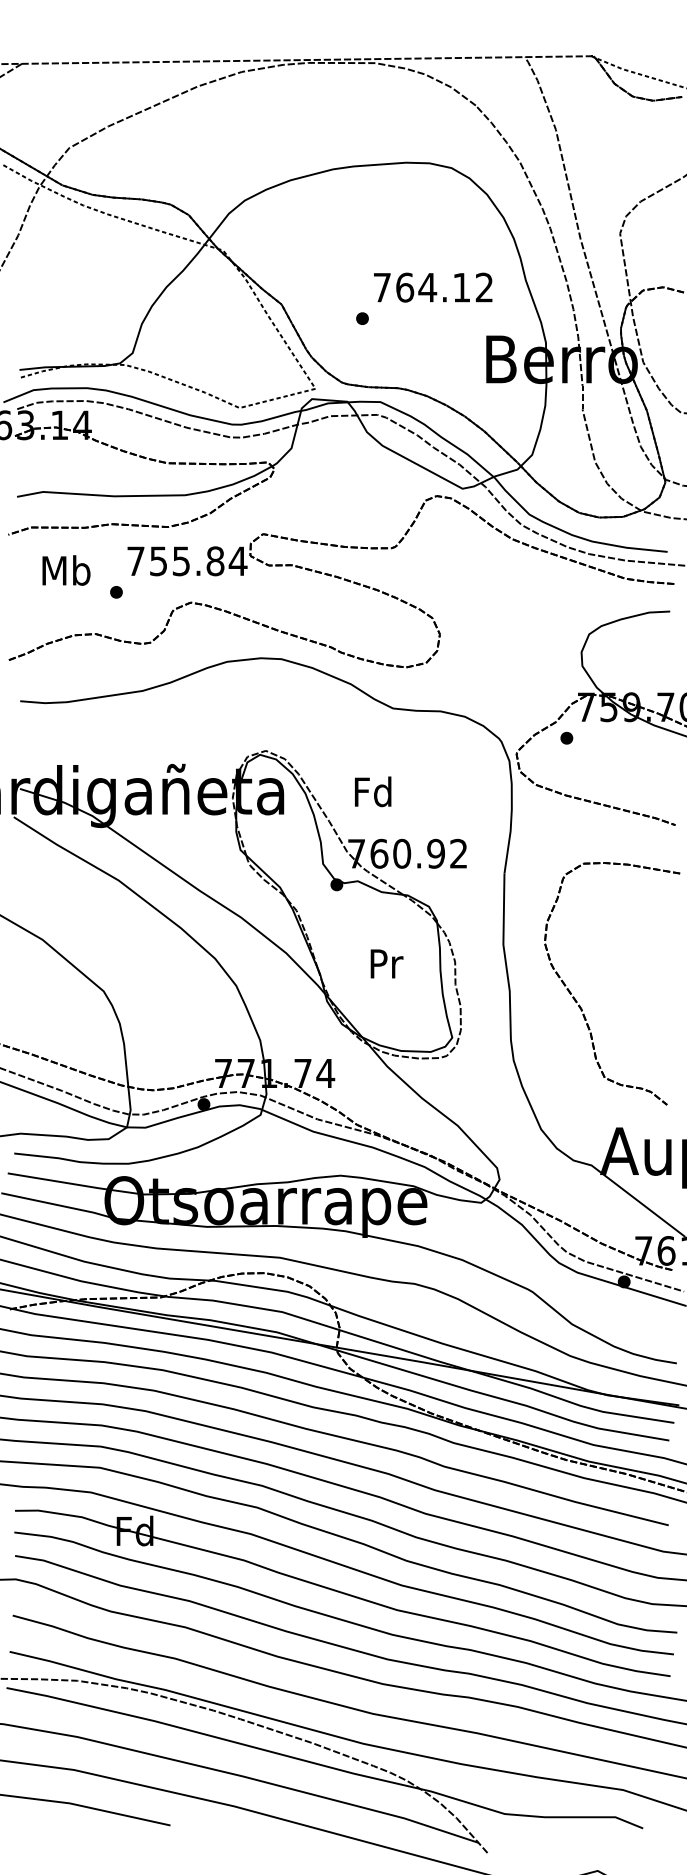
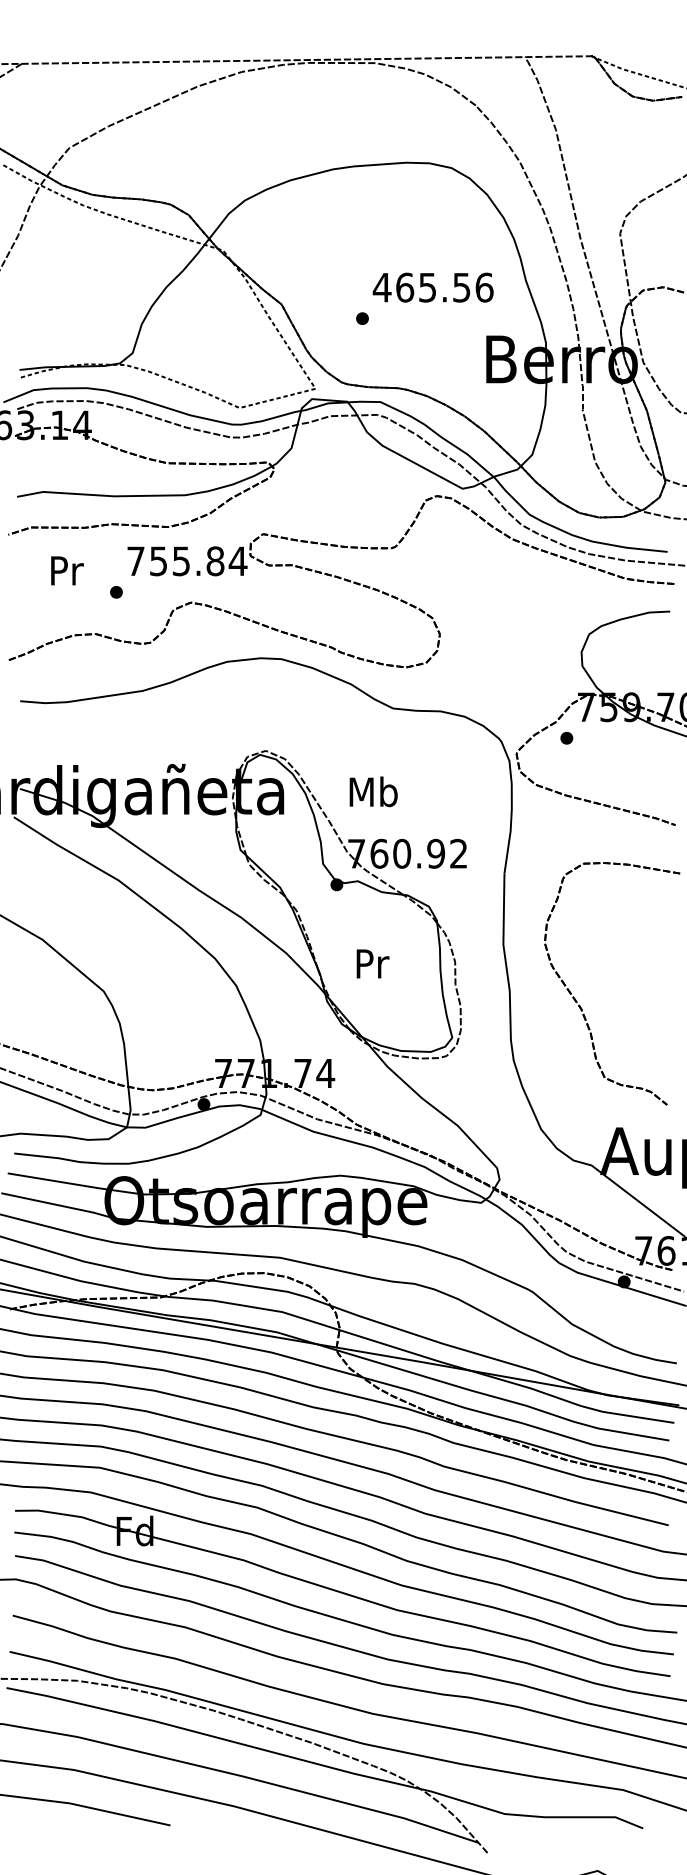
text at (432, 287): 764.12 -> 465.56
text at (66, 570): Mb -> Pr
text at (373, 791): Fd -> Mb
text at (386, 963) position: (386, 963) -> (372, 963)
